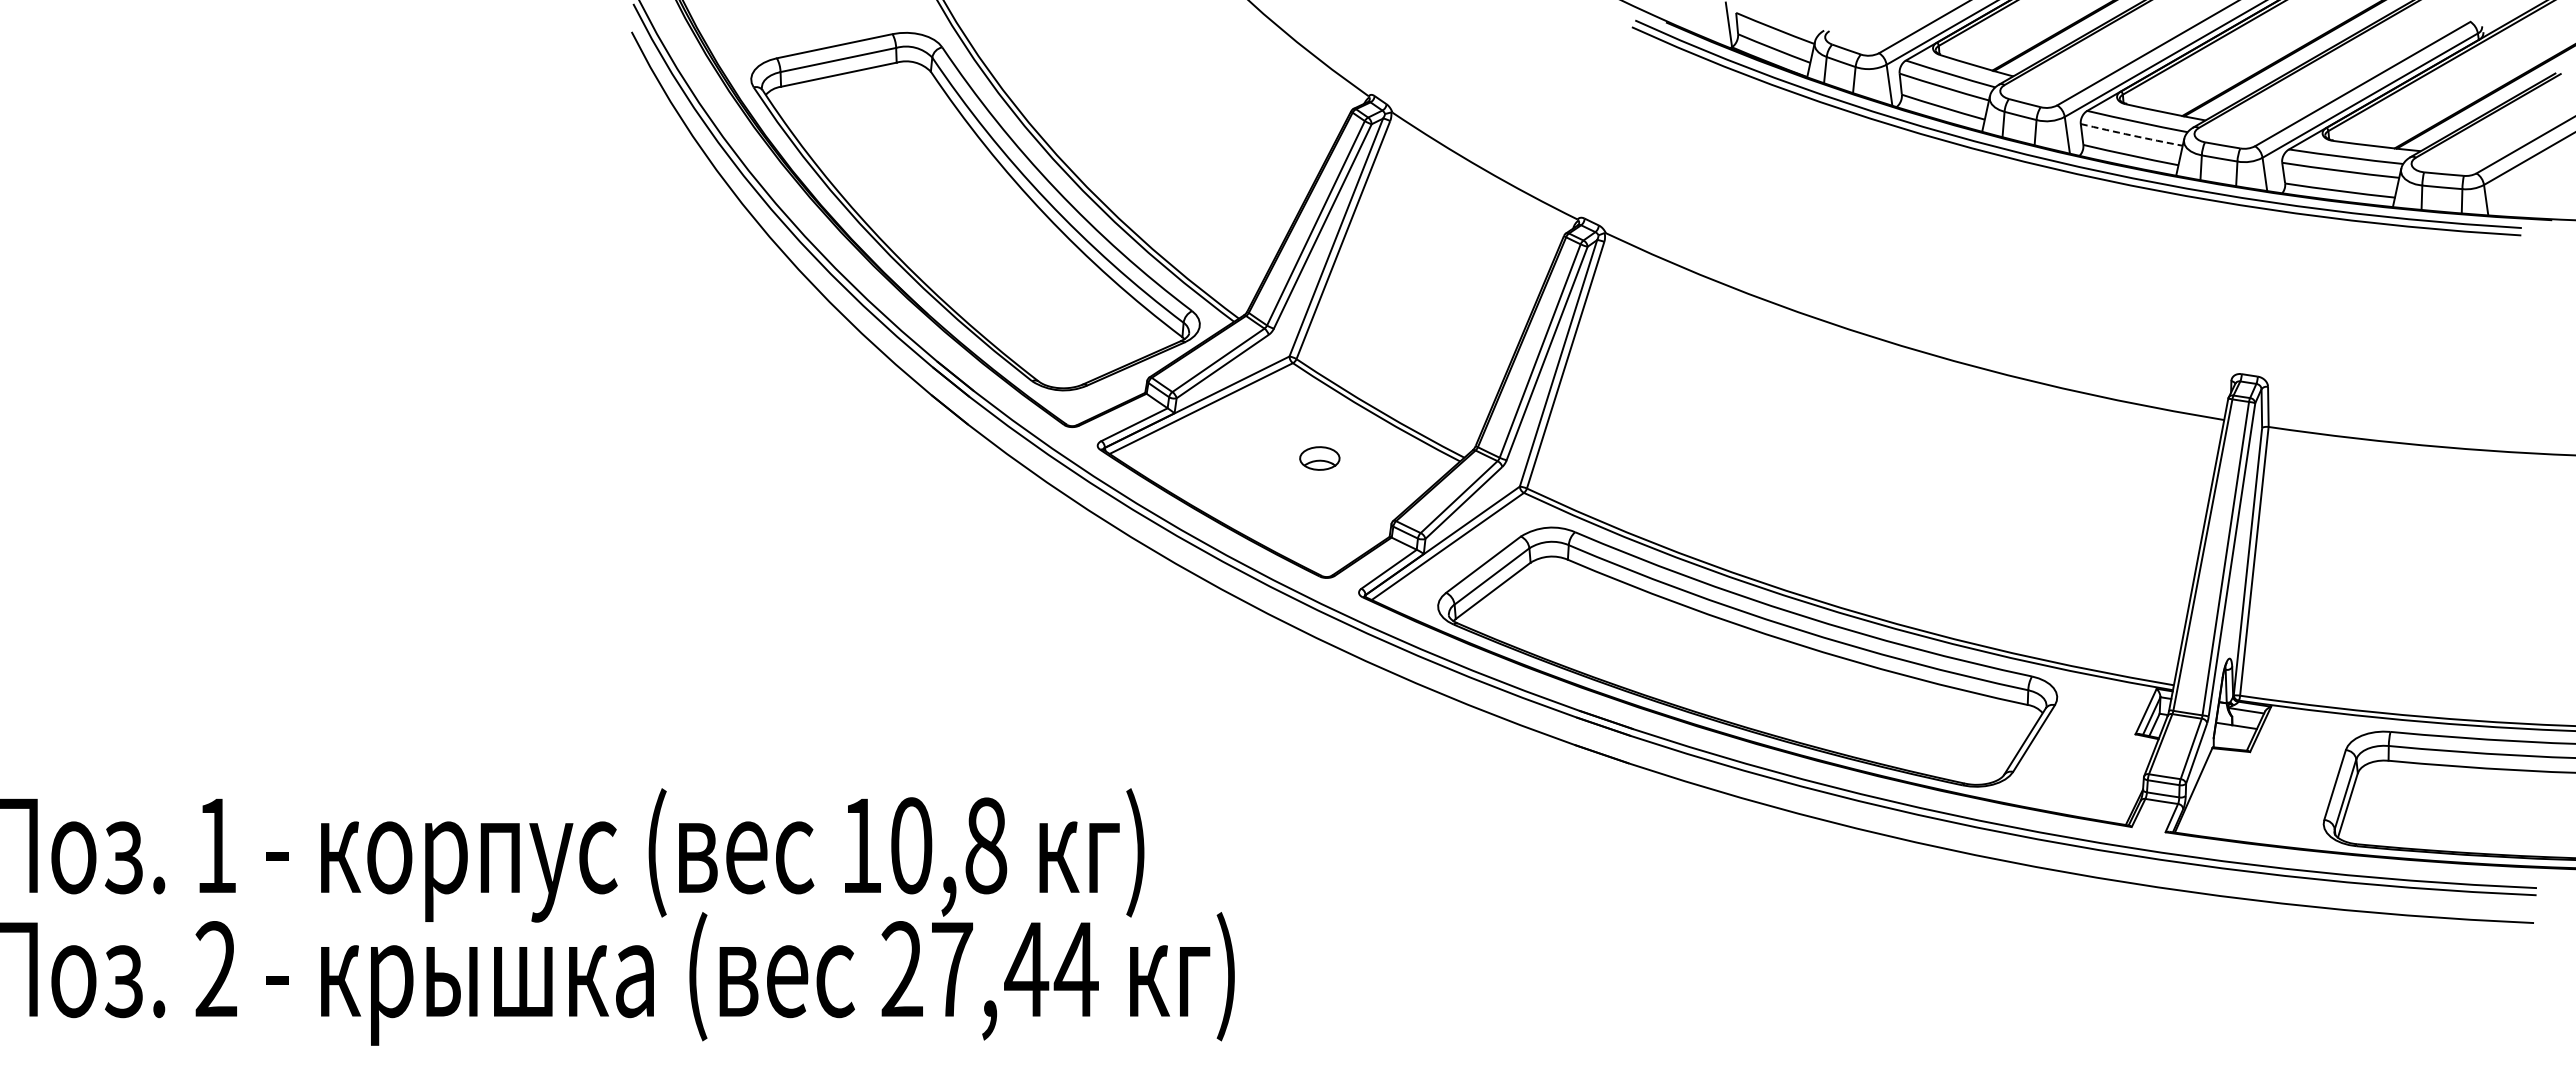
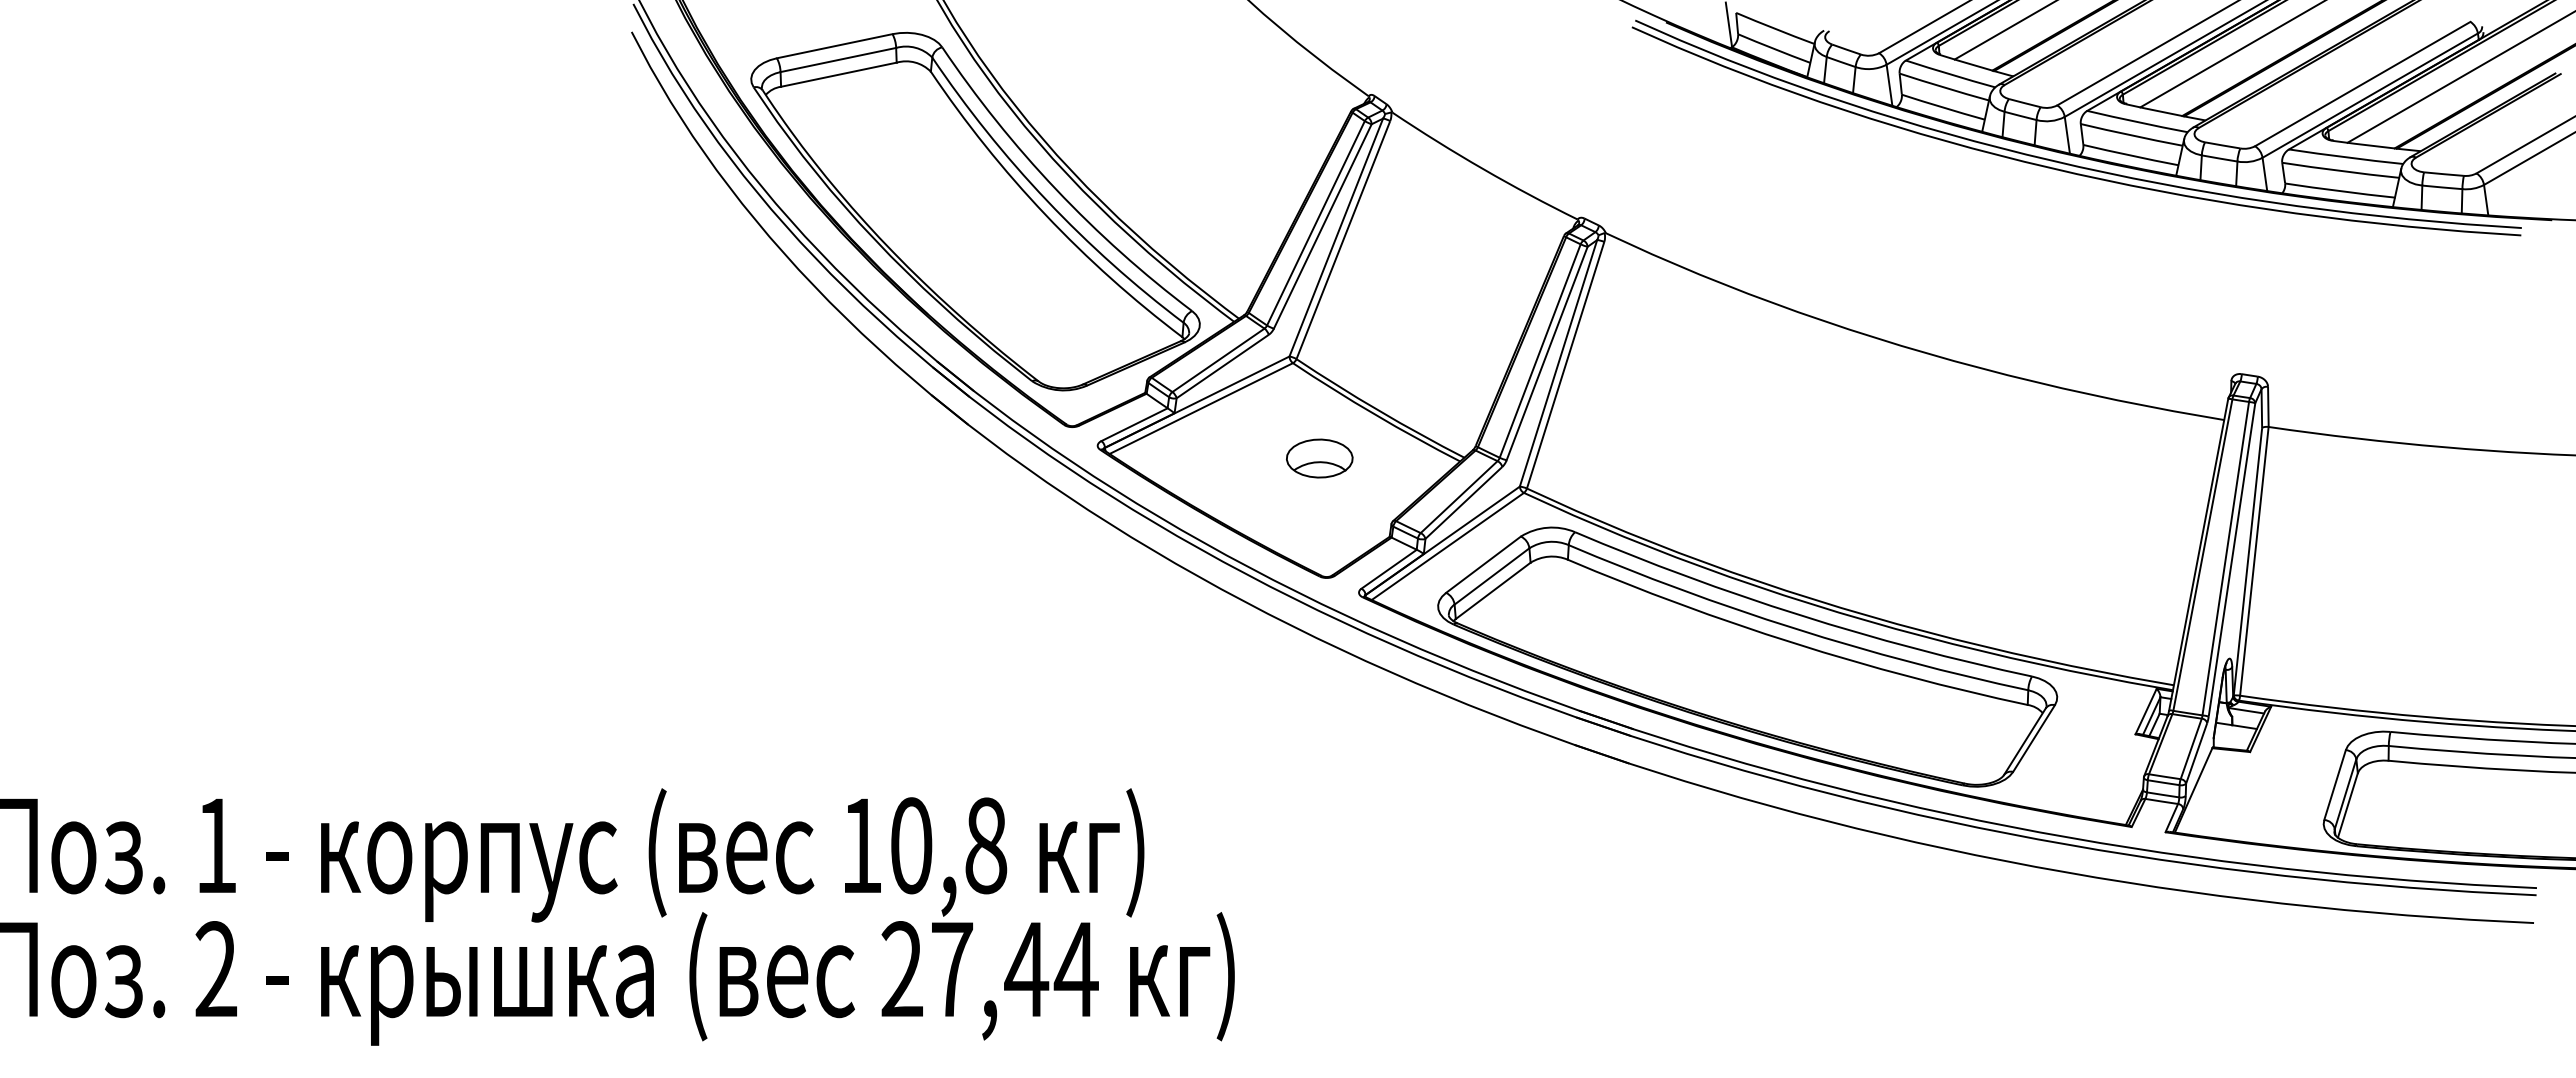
line at (2003, 30): none -> present
line at (2231, 54): none -> present
line at (2459, 77): none -> present
arc at (2131, 135): dashed -> solid
part at (1319, 458) size: 42x25 px -> 68x41 px
